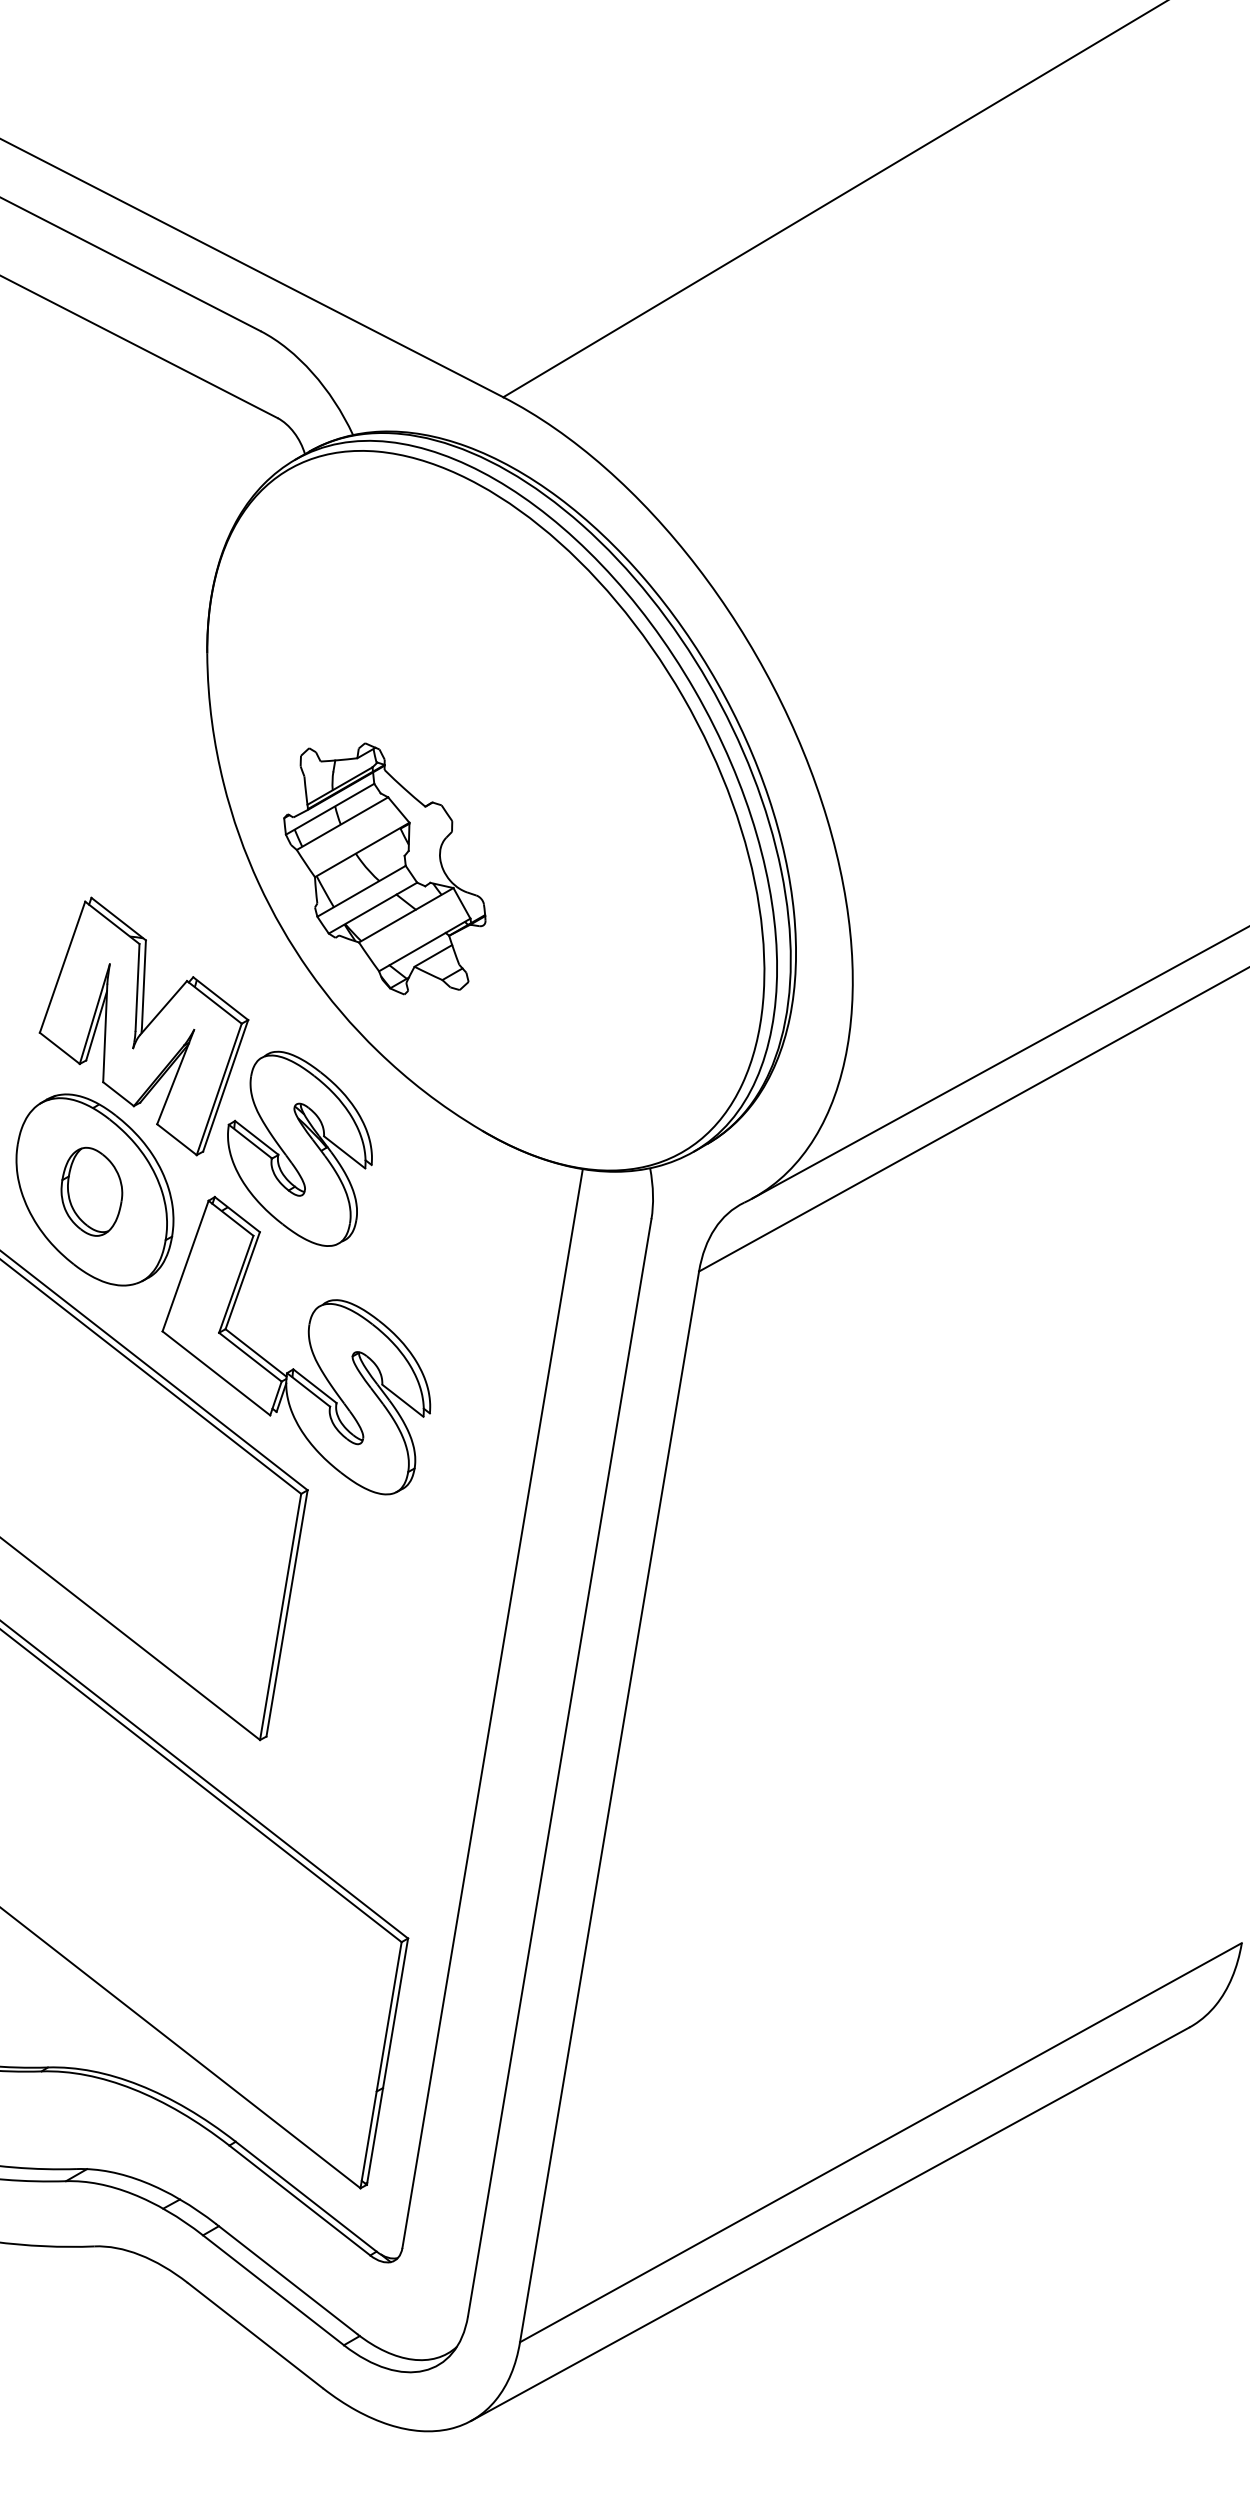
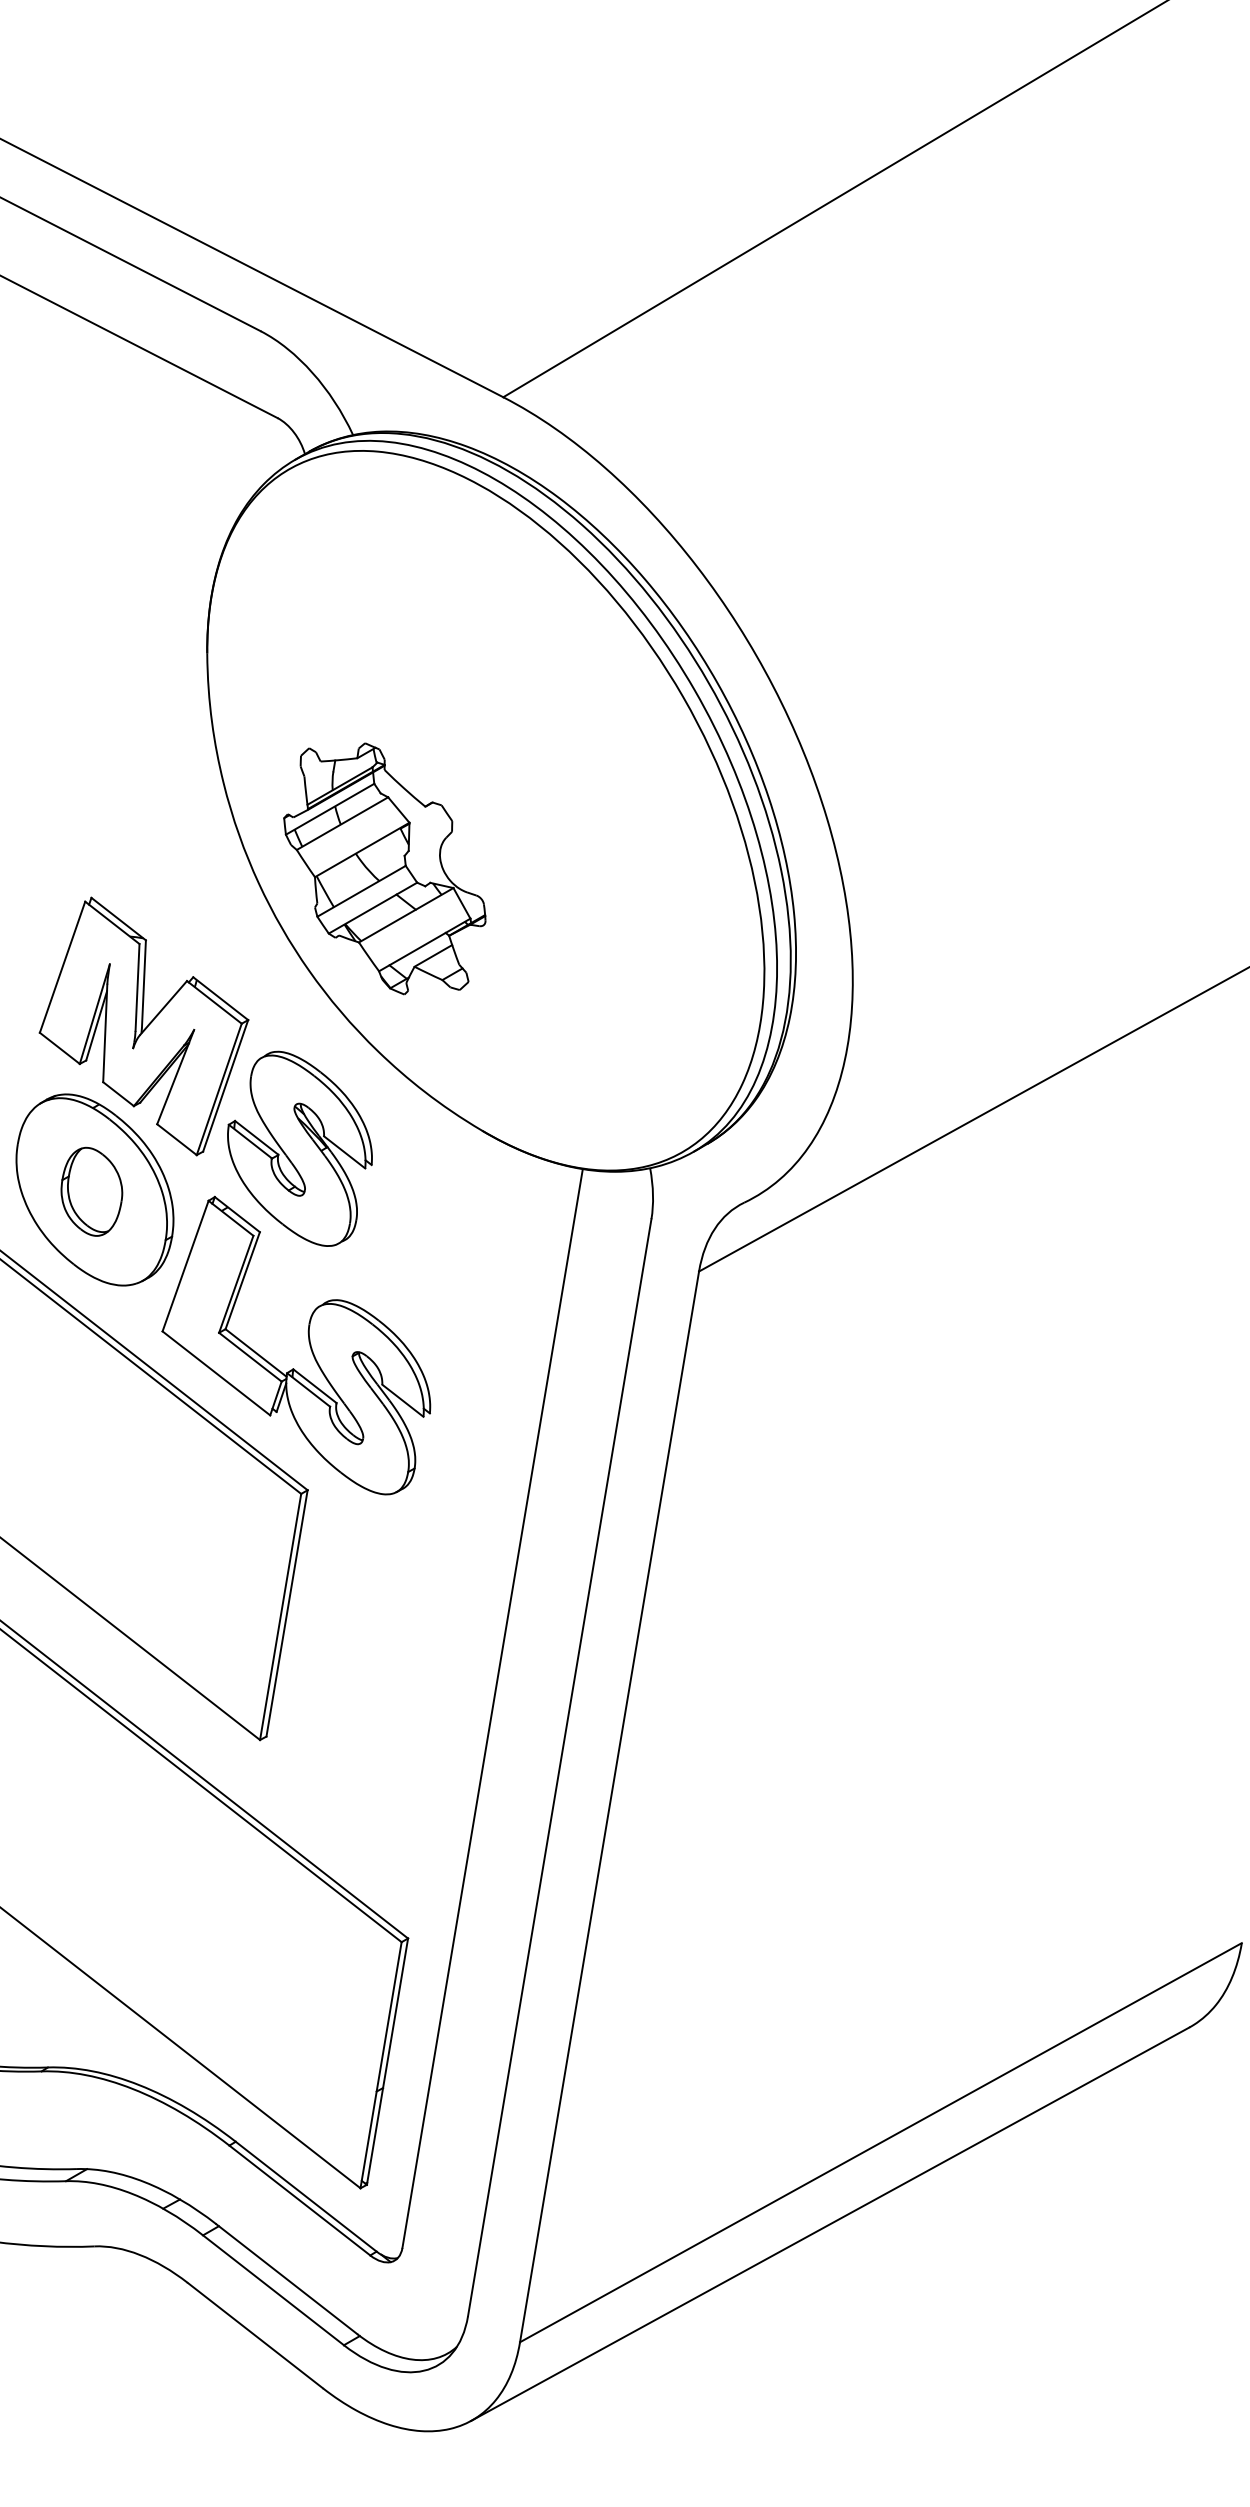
line at (999, 1062): present -> none
